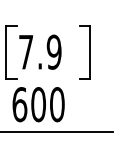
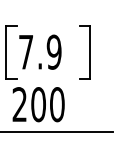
text at (19, 104): 600 -> 200
